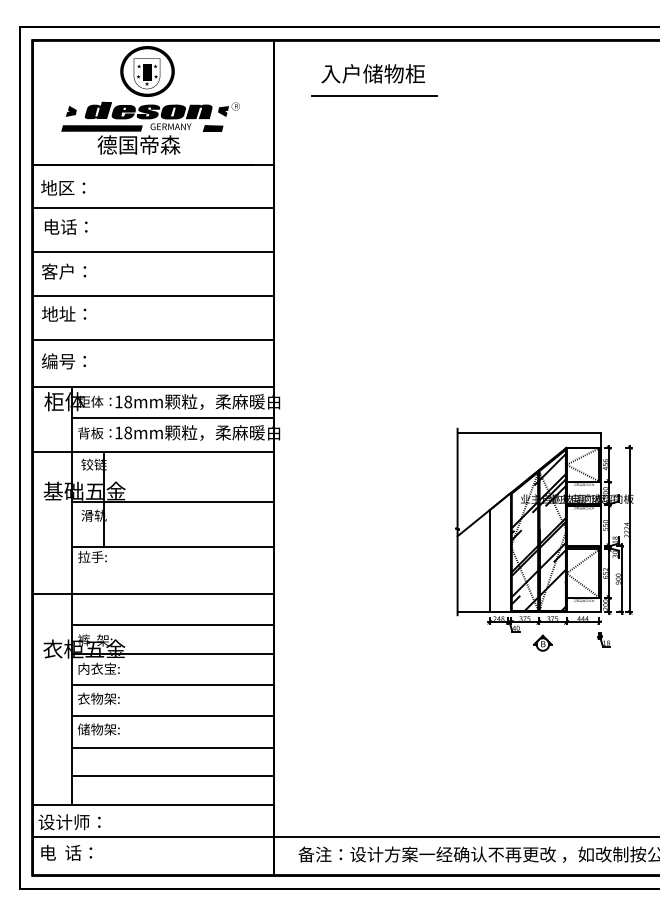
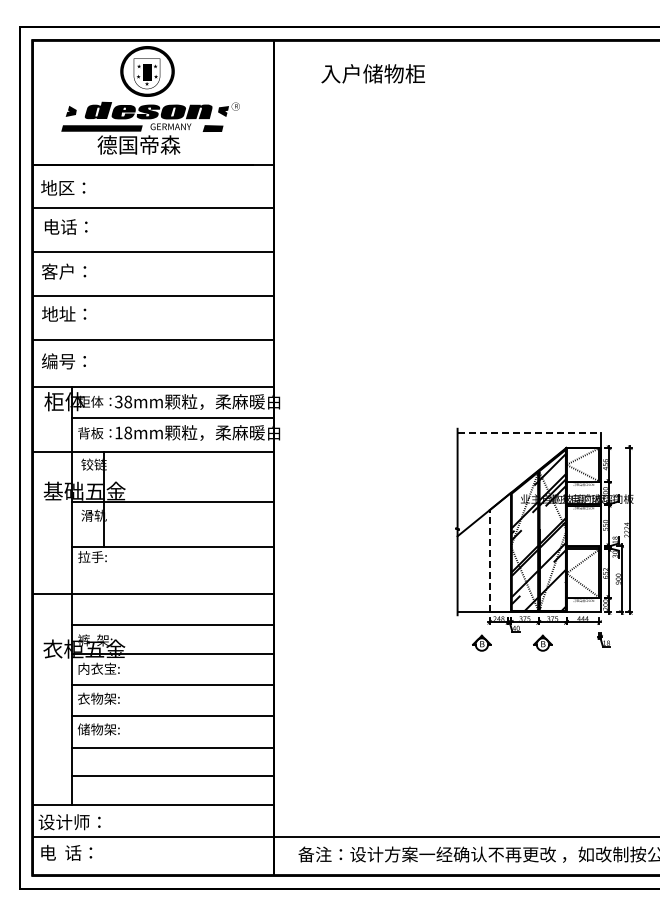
line at (374, 95): present -> none
text at (118, 401): 18mm -> 38mm
line at (529, 433): solid -> dashed
line at (489, 560): solid -> dashed
part at (481, 642): none -> present
